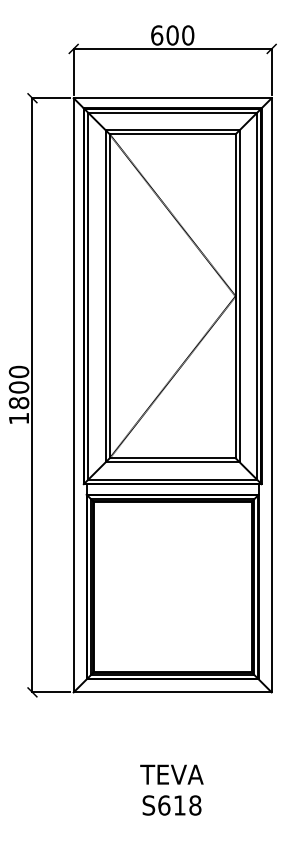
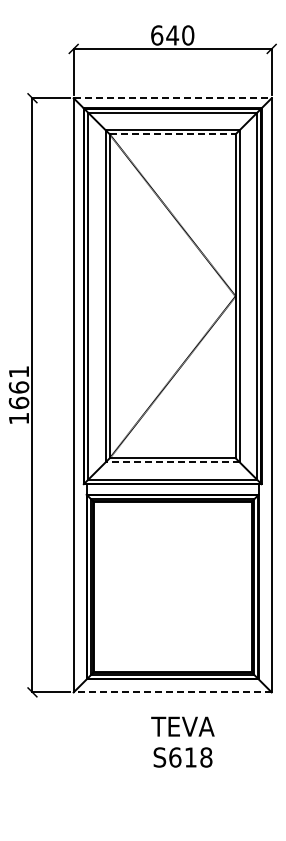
text at (172, 35): 600 -> 640
line at (173, 98): solid -> dashed
line at (172, 134): solid -> dashed
text at (18, 387): 1800 -> 1661
line at (172, 462): solid -> dashed
line at (172, 692): solid -> dashed
text at (171, 789) position: (171, 789) -> (182, 741)
